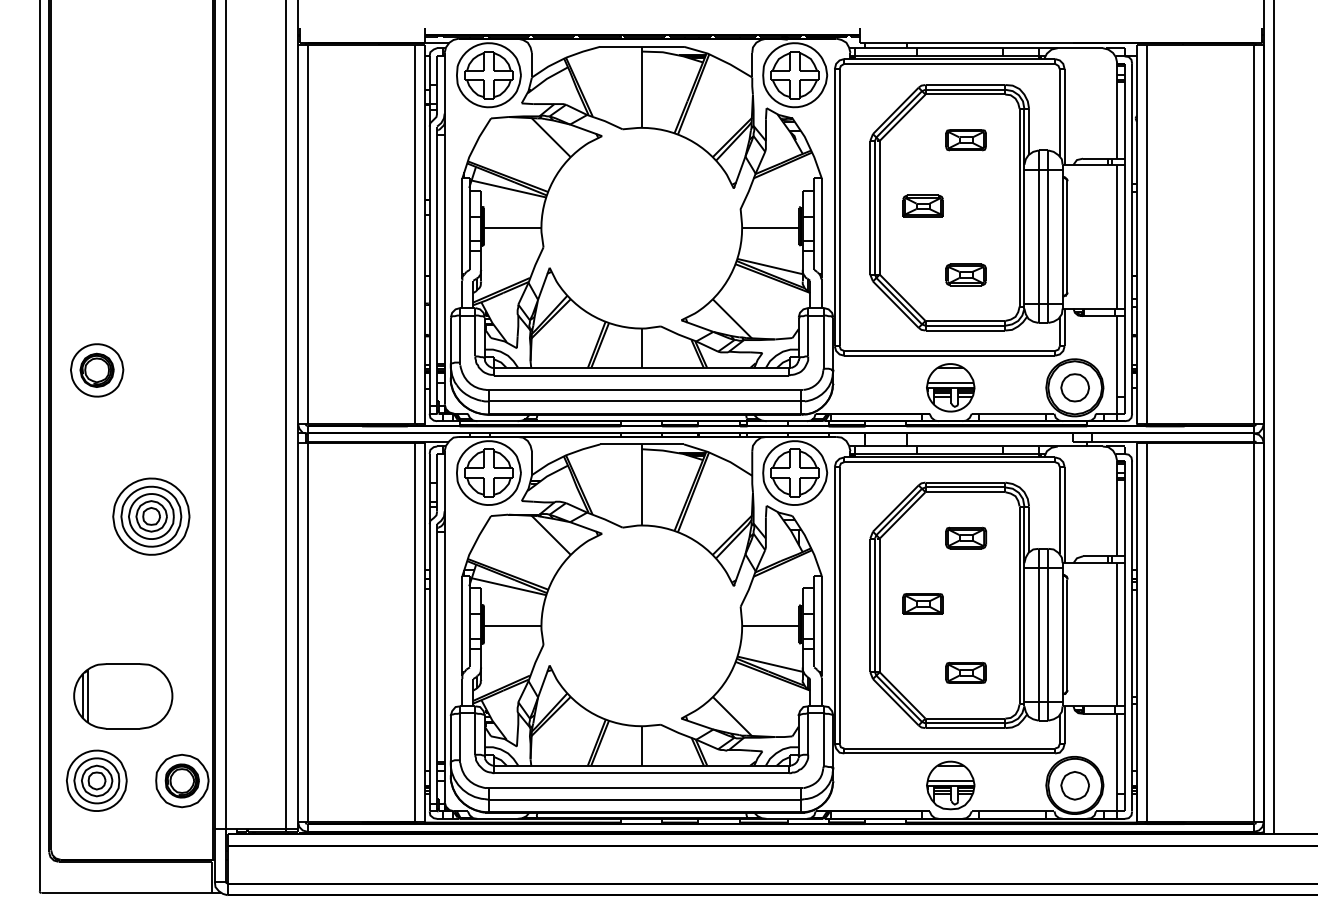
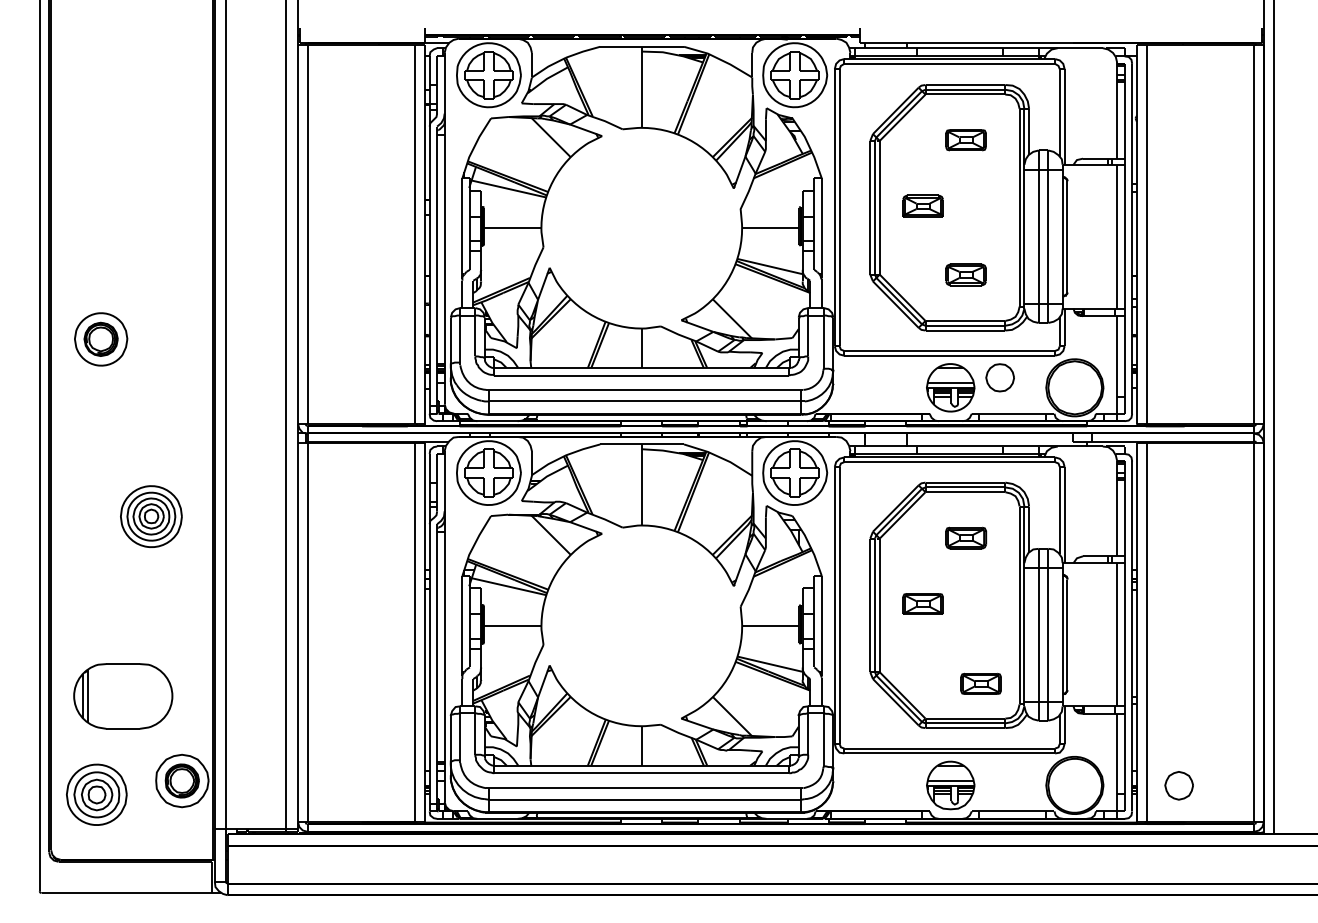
part at (97, 370) position: (97, 370) -> (101, 339)
part at (1074, 387) position: (1074, 387) -> (999, 377)
part at (151, 516) size: 79x79 px -> 63x63 px
part at (965, 672) position: (965, 672) -> (980, 683)
part at (96, 780) position: (96, 780) -> (96, 794)
part at (1074, 785) position: (1074, 785) -> (1178, 785)
